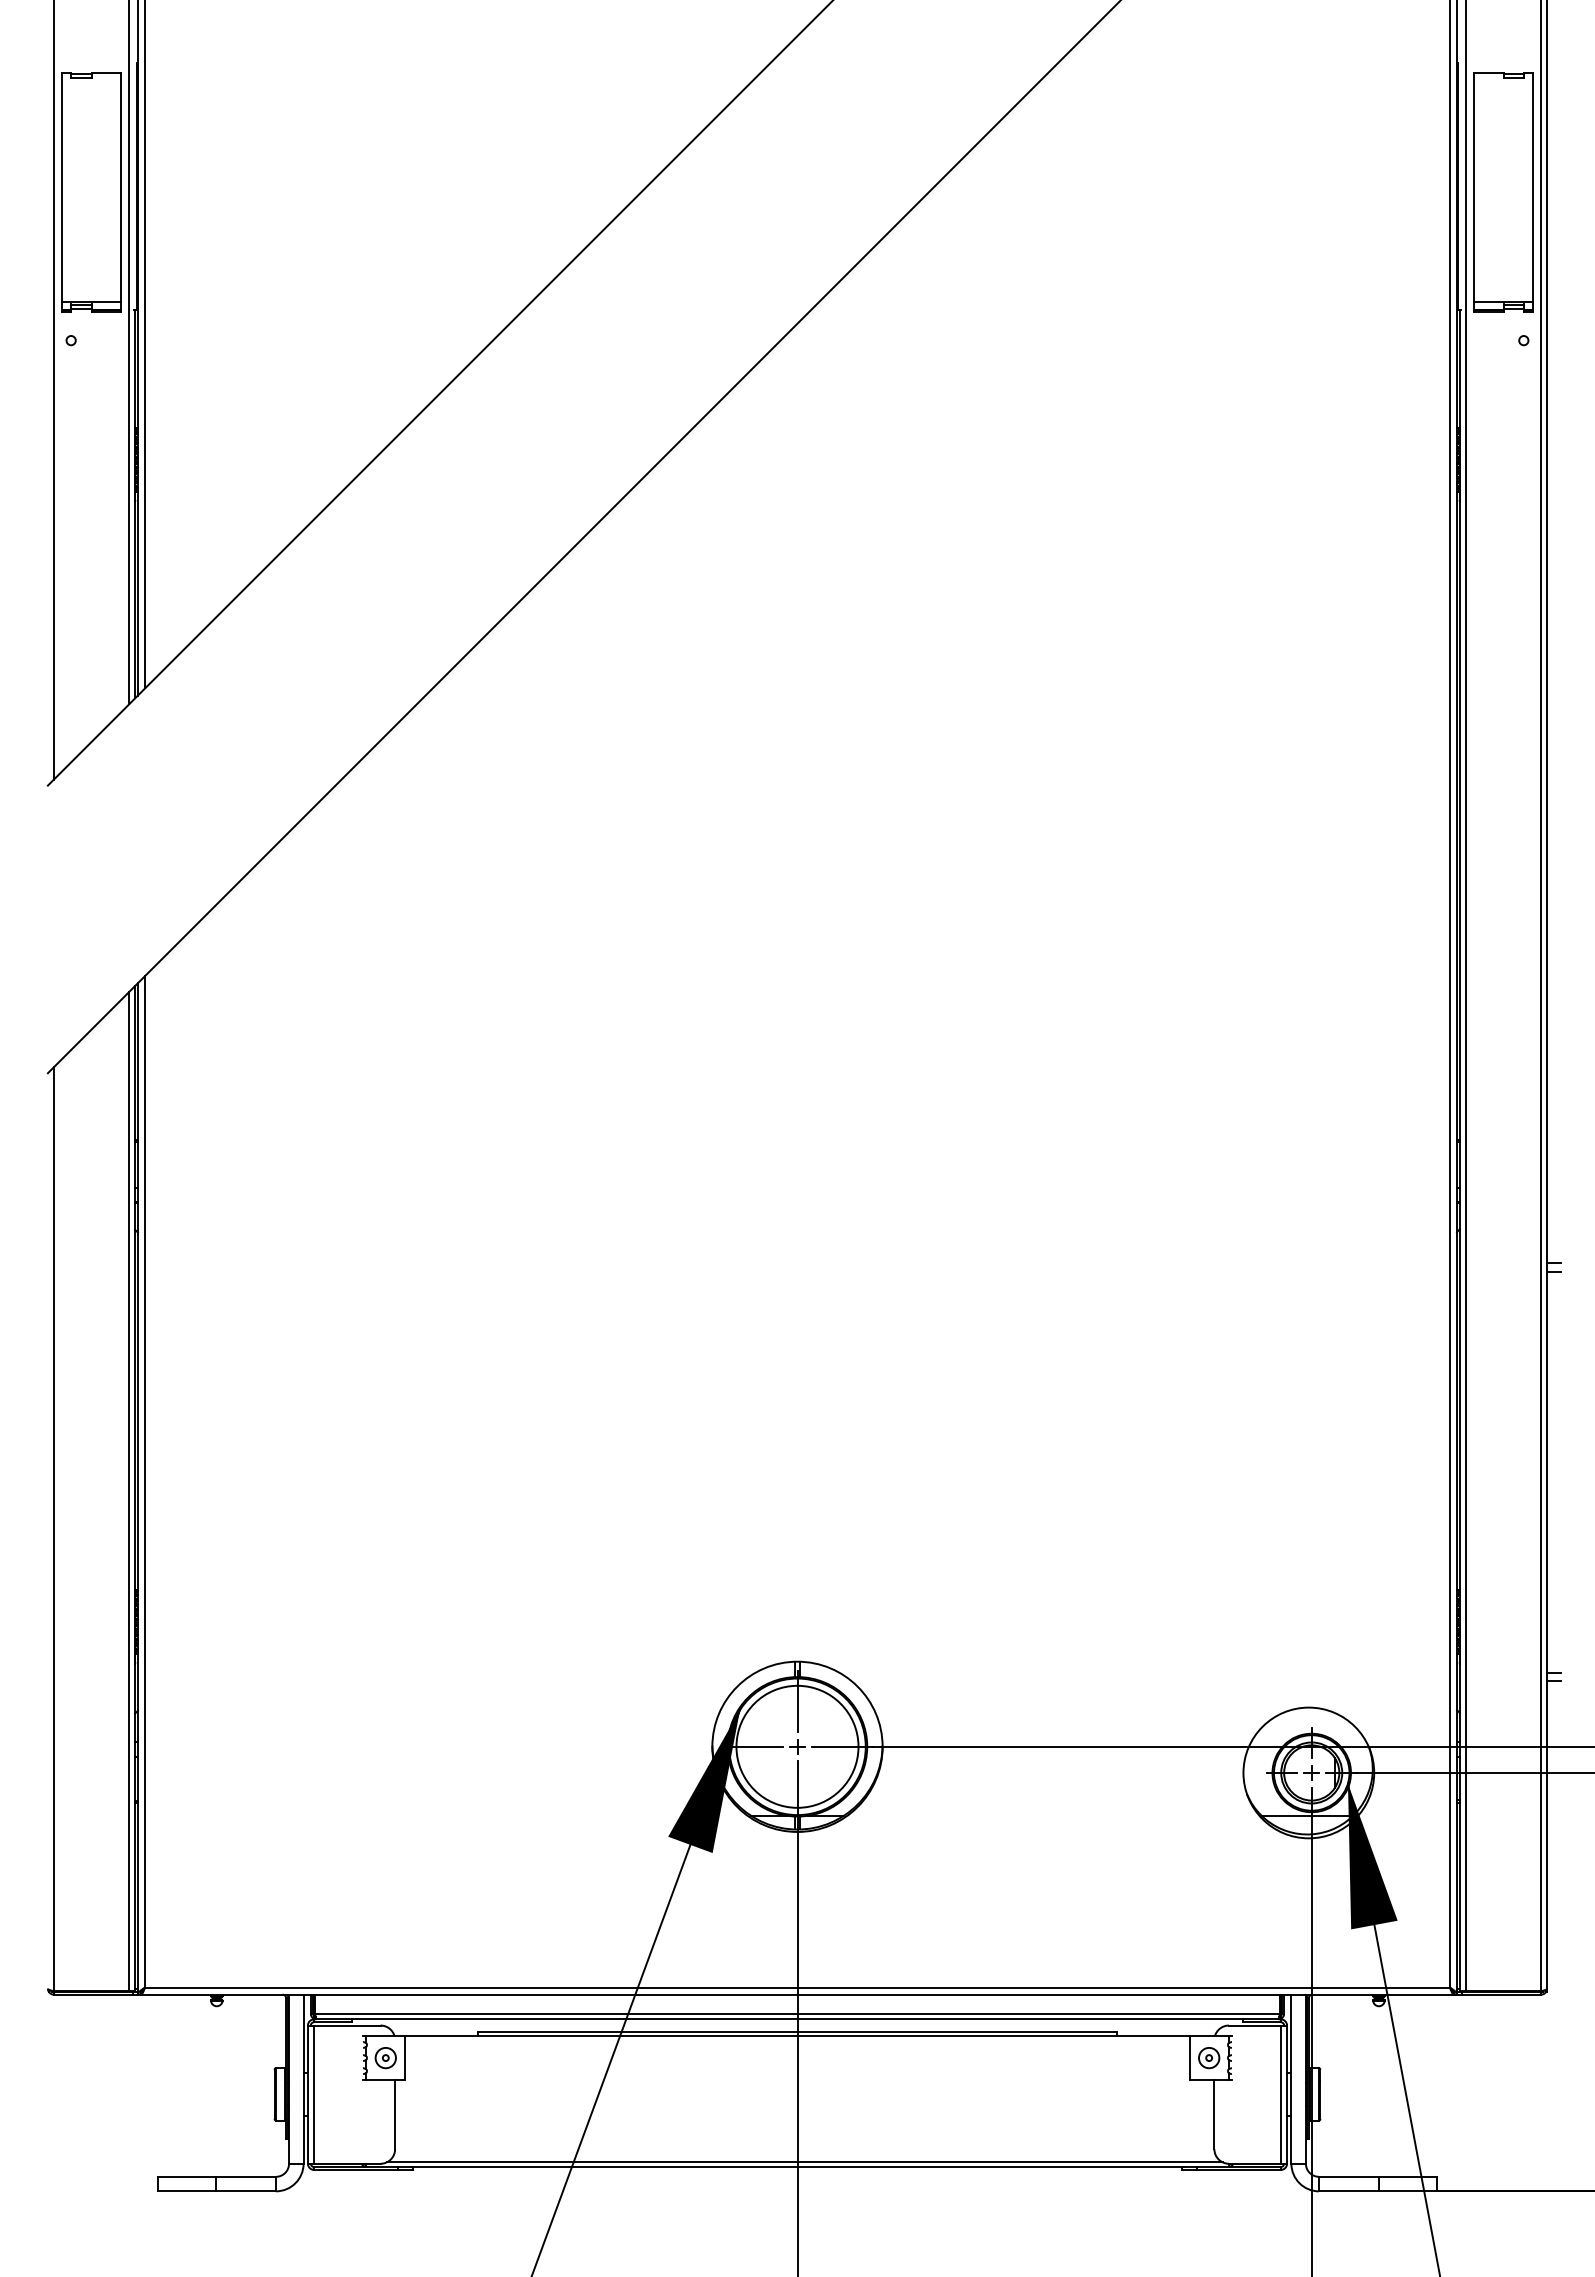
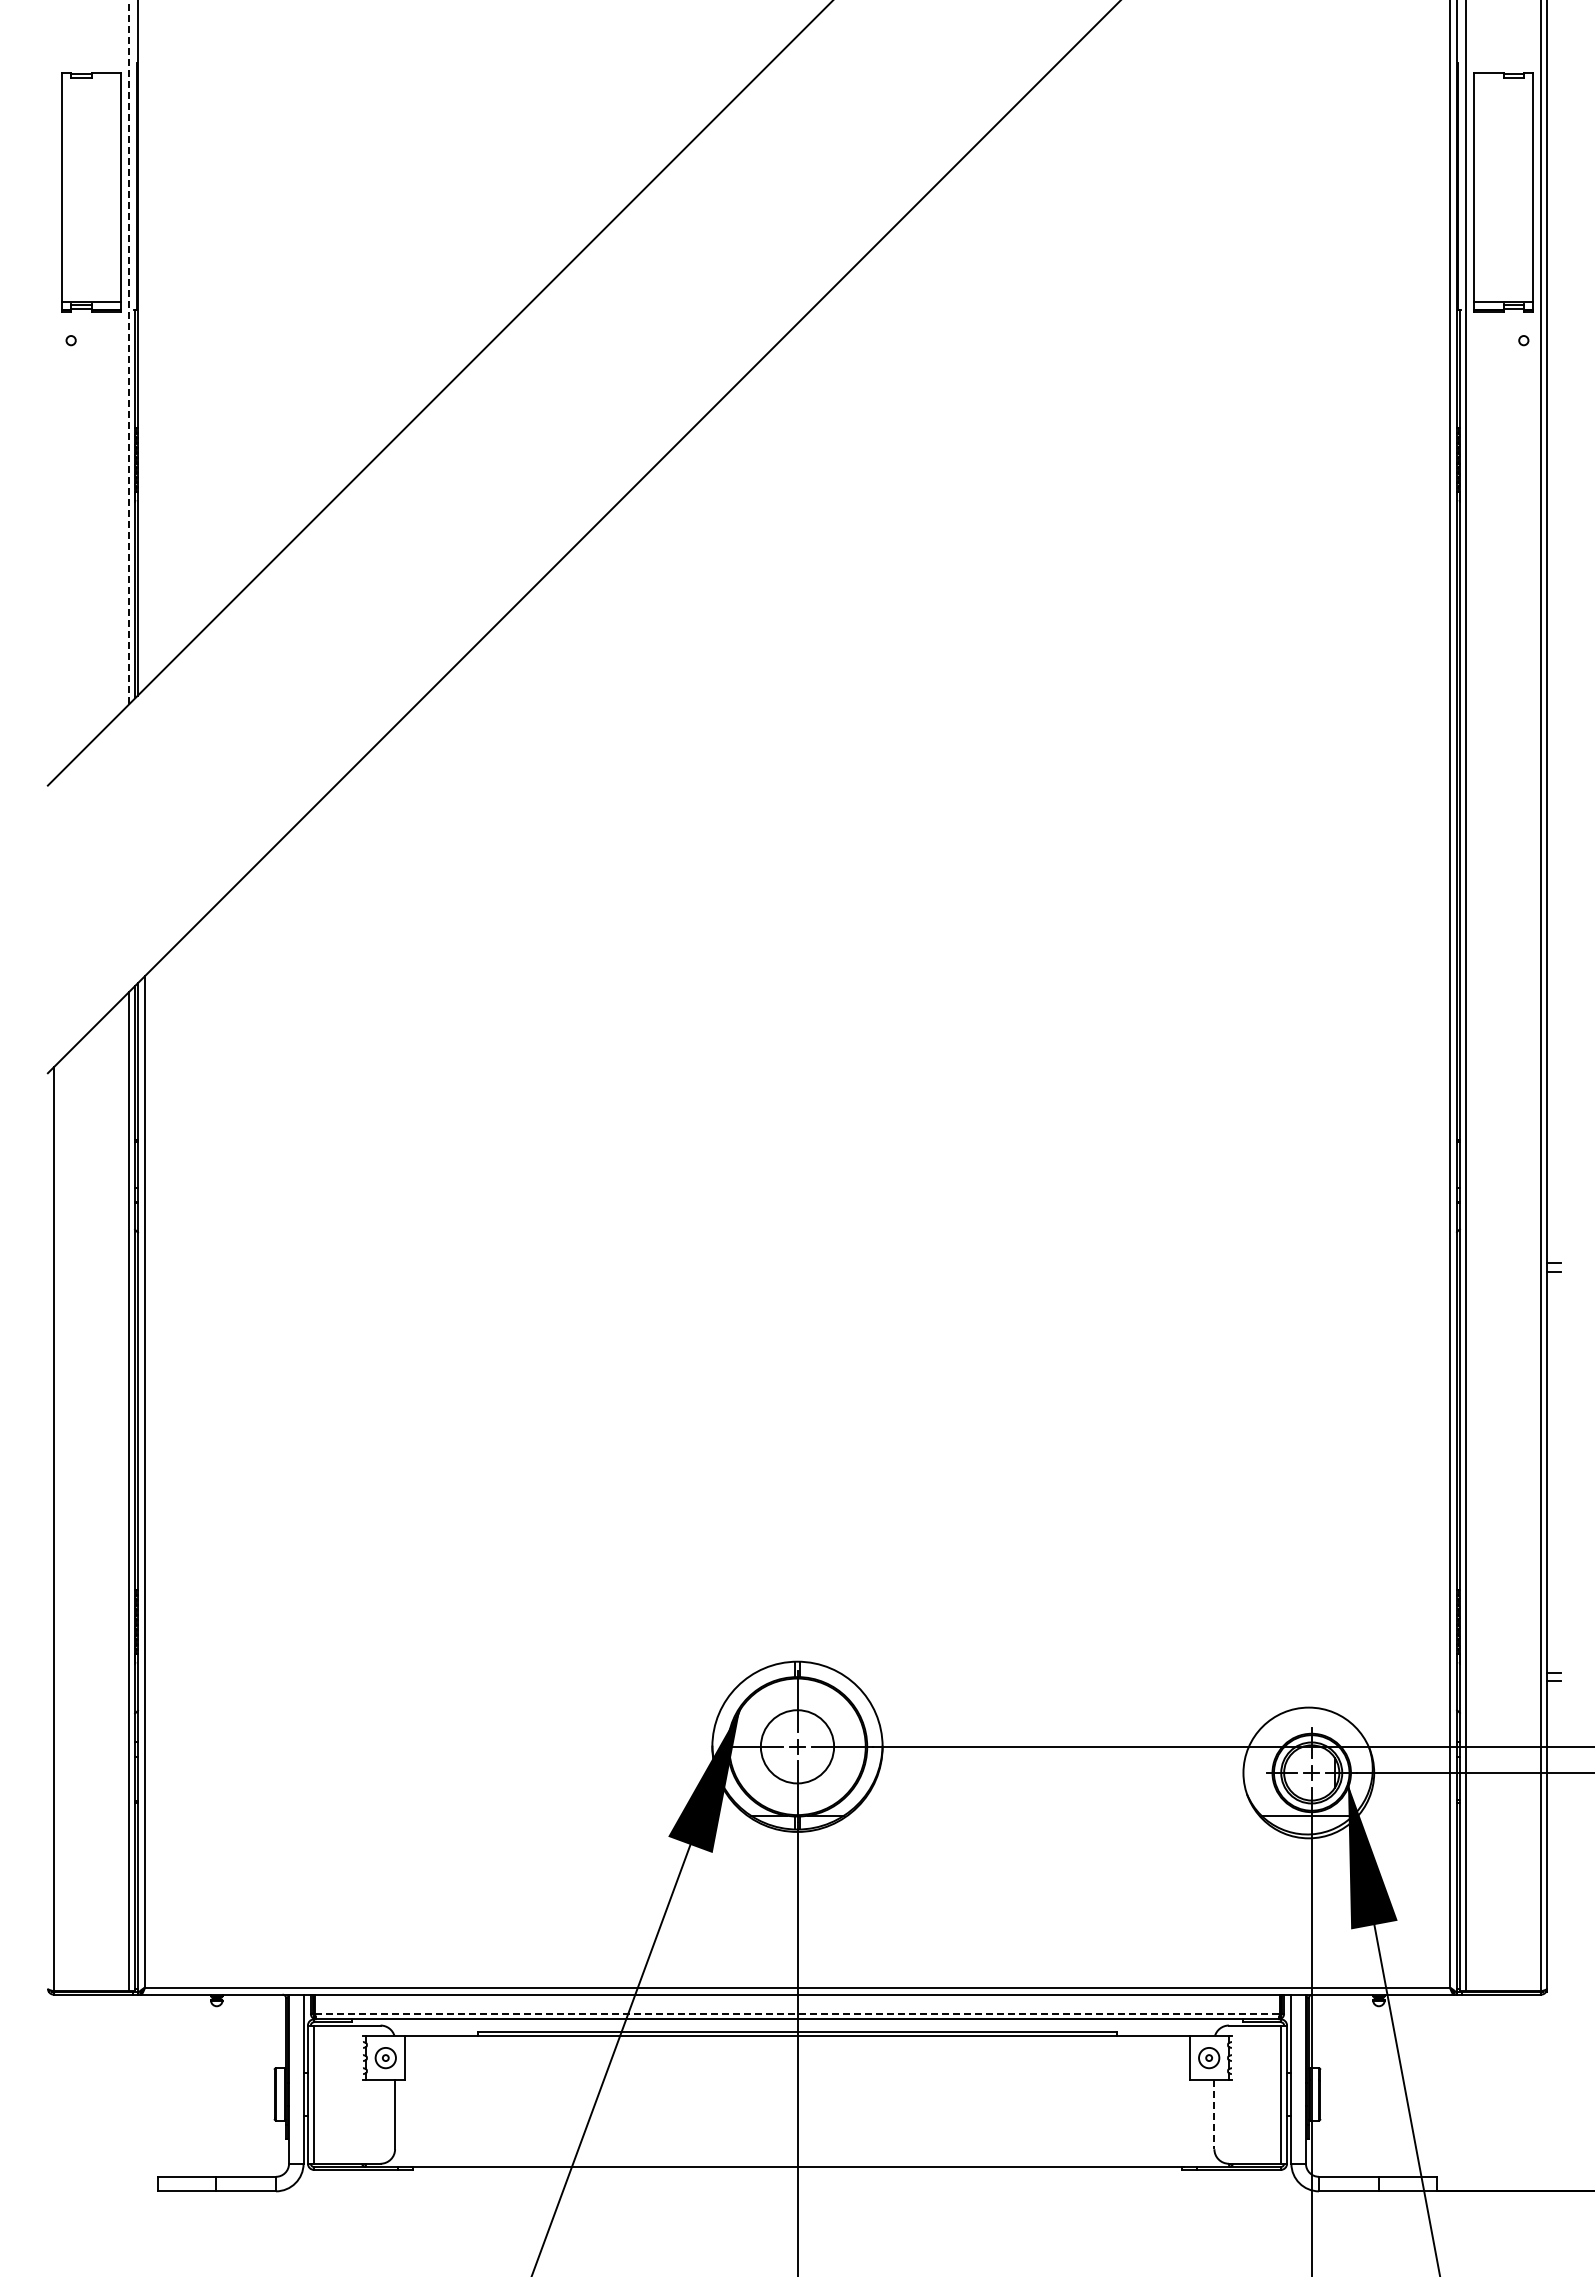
line at (145, 345): present -> none
line at (129, 352): solid -> dashed
line at (53, 390): present -> none
circle at (797, 1746) diameter: 122 px -> 73 px
line at (797, 2013): solid -> dashed
line at (1214, 2114): solid -> dashed
line at (804, 2162): present -> none
